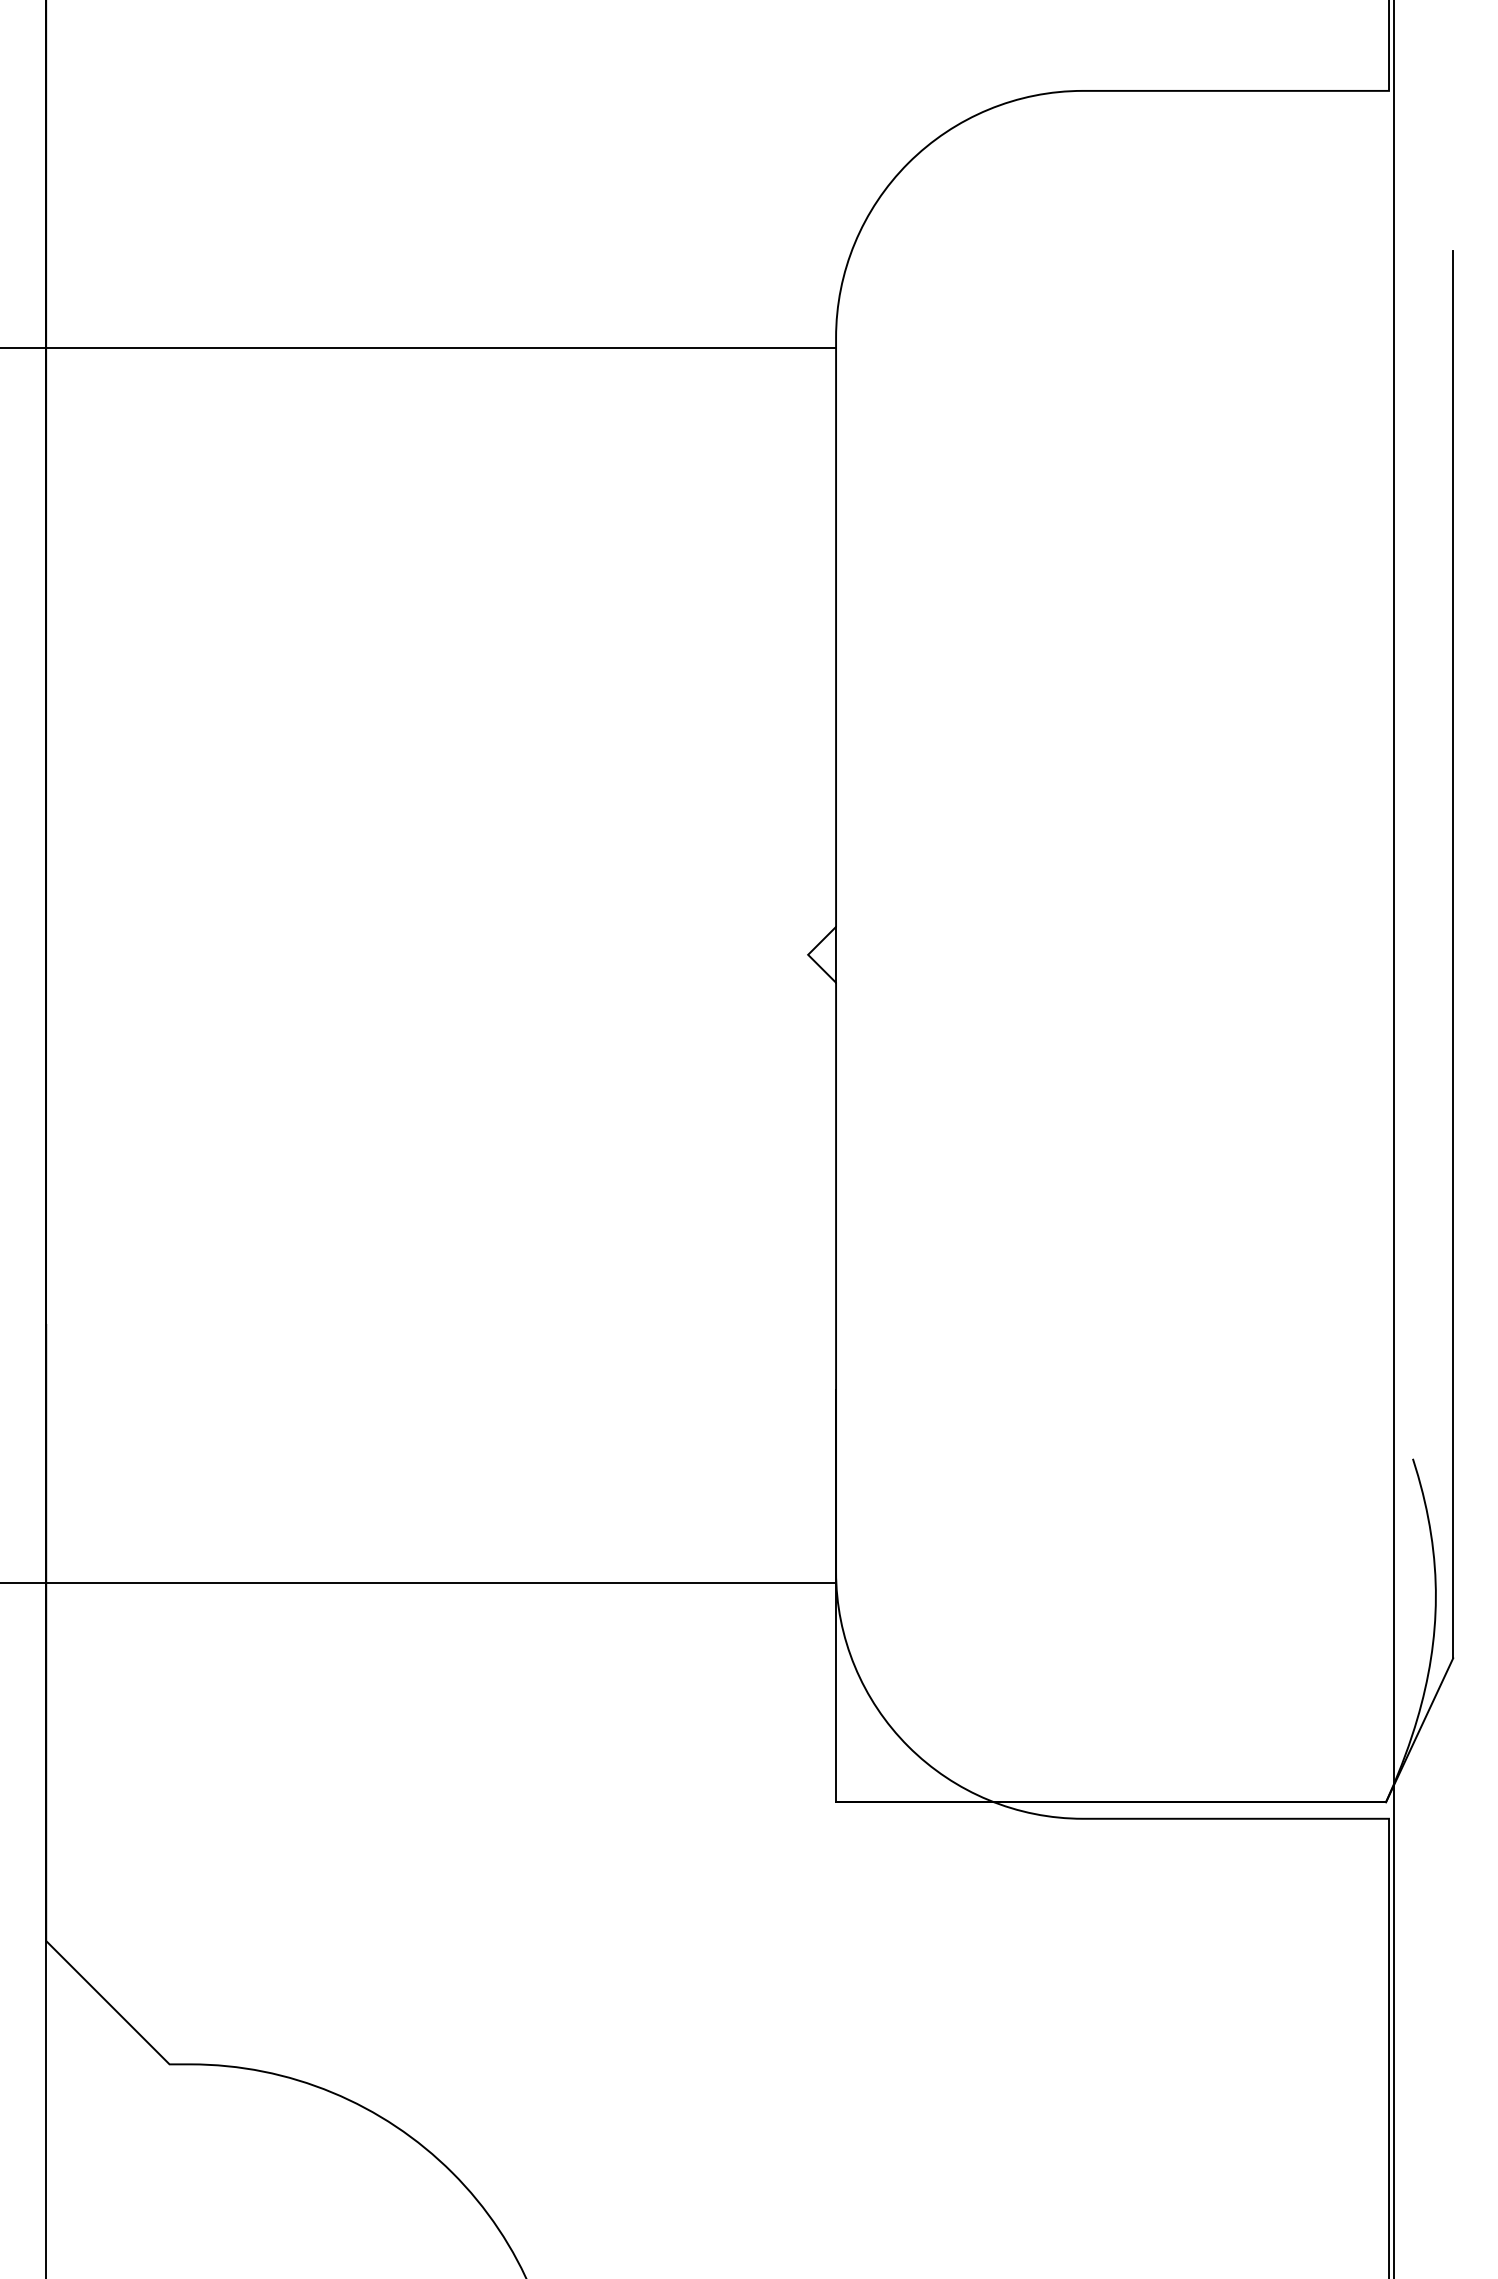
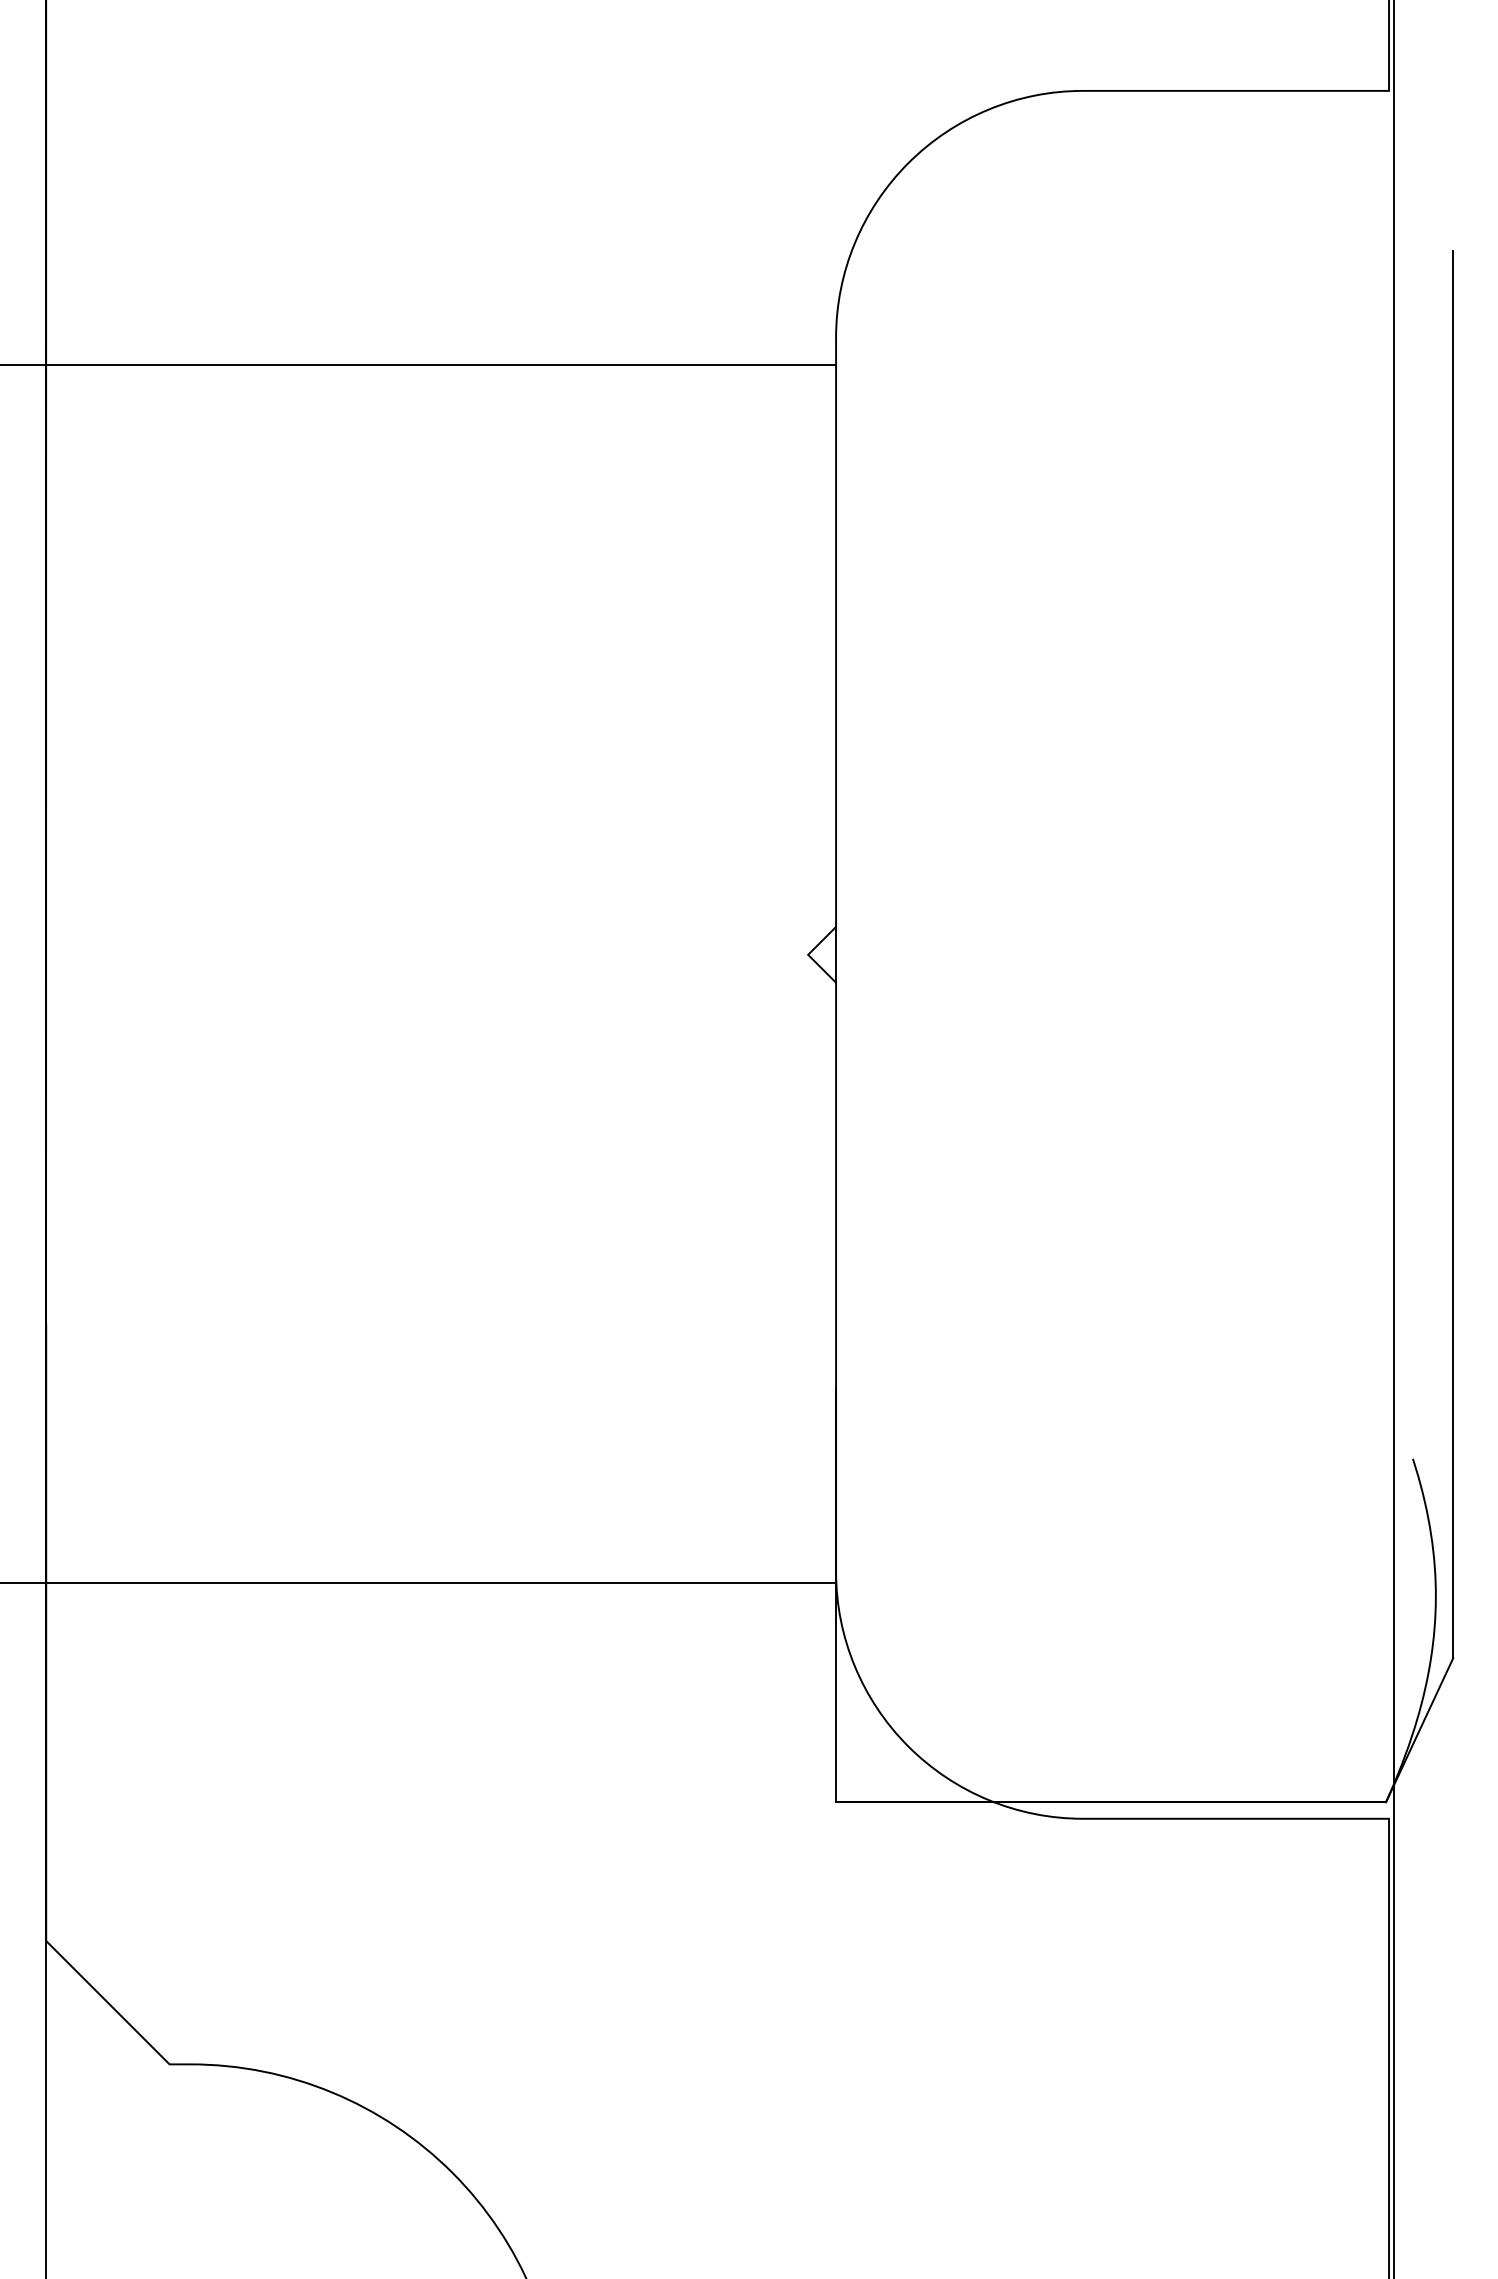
line at (419, 348) position: (419, 348) -> (419, 365)
